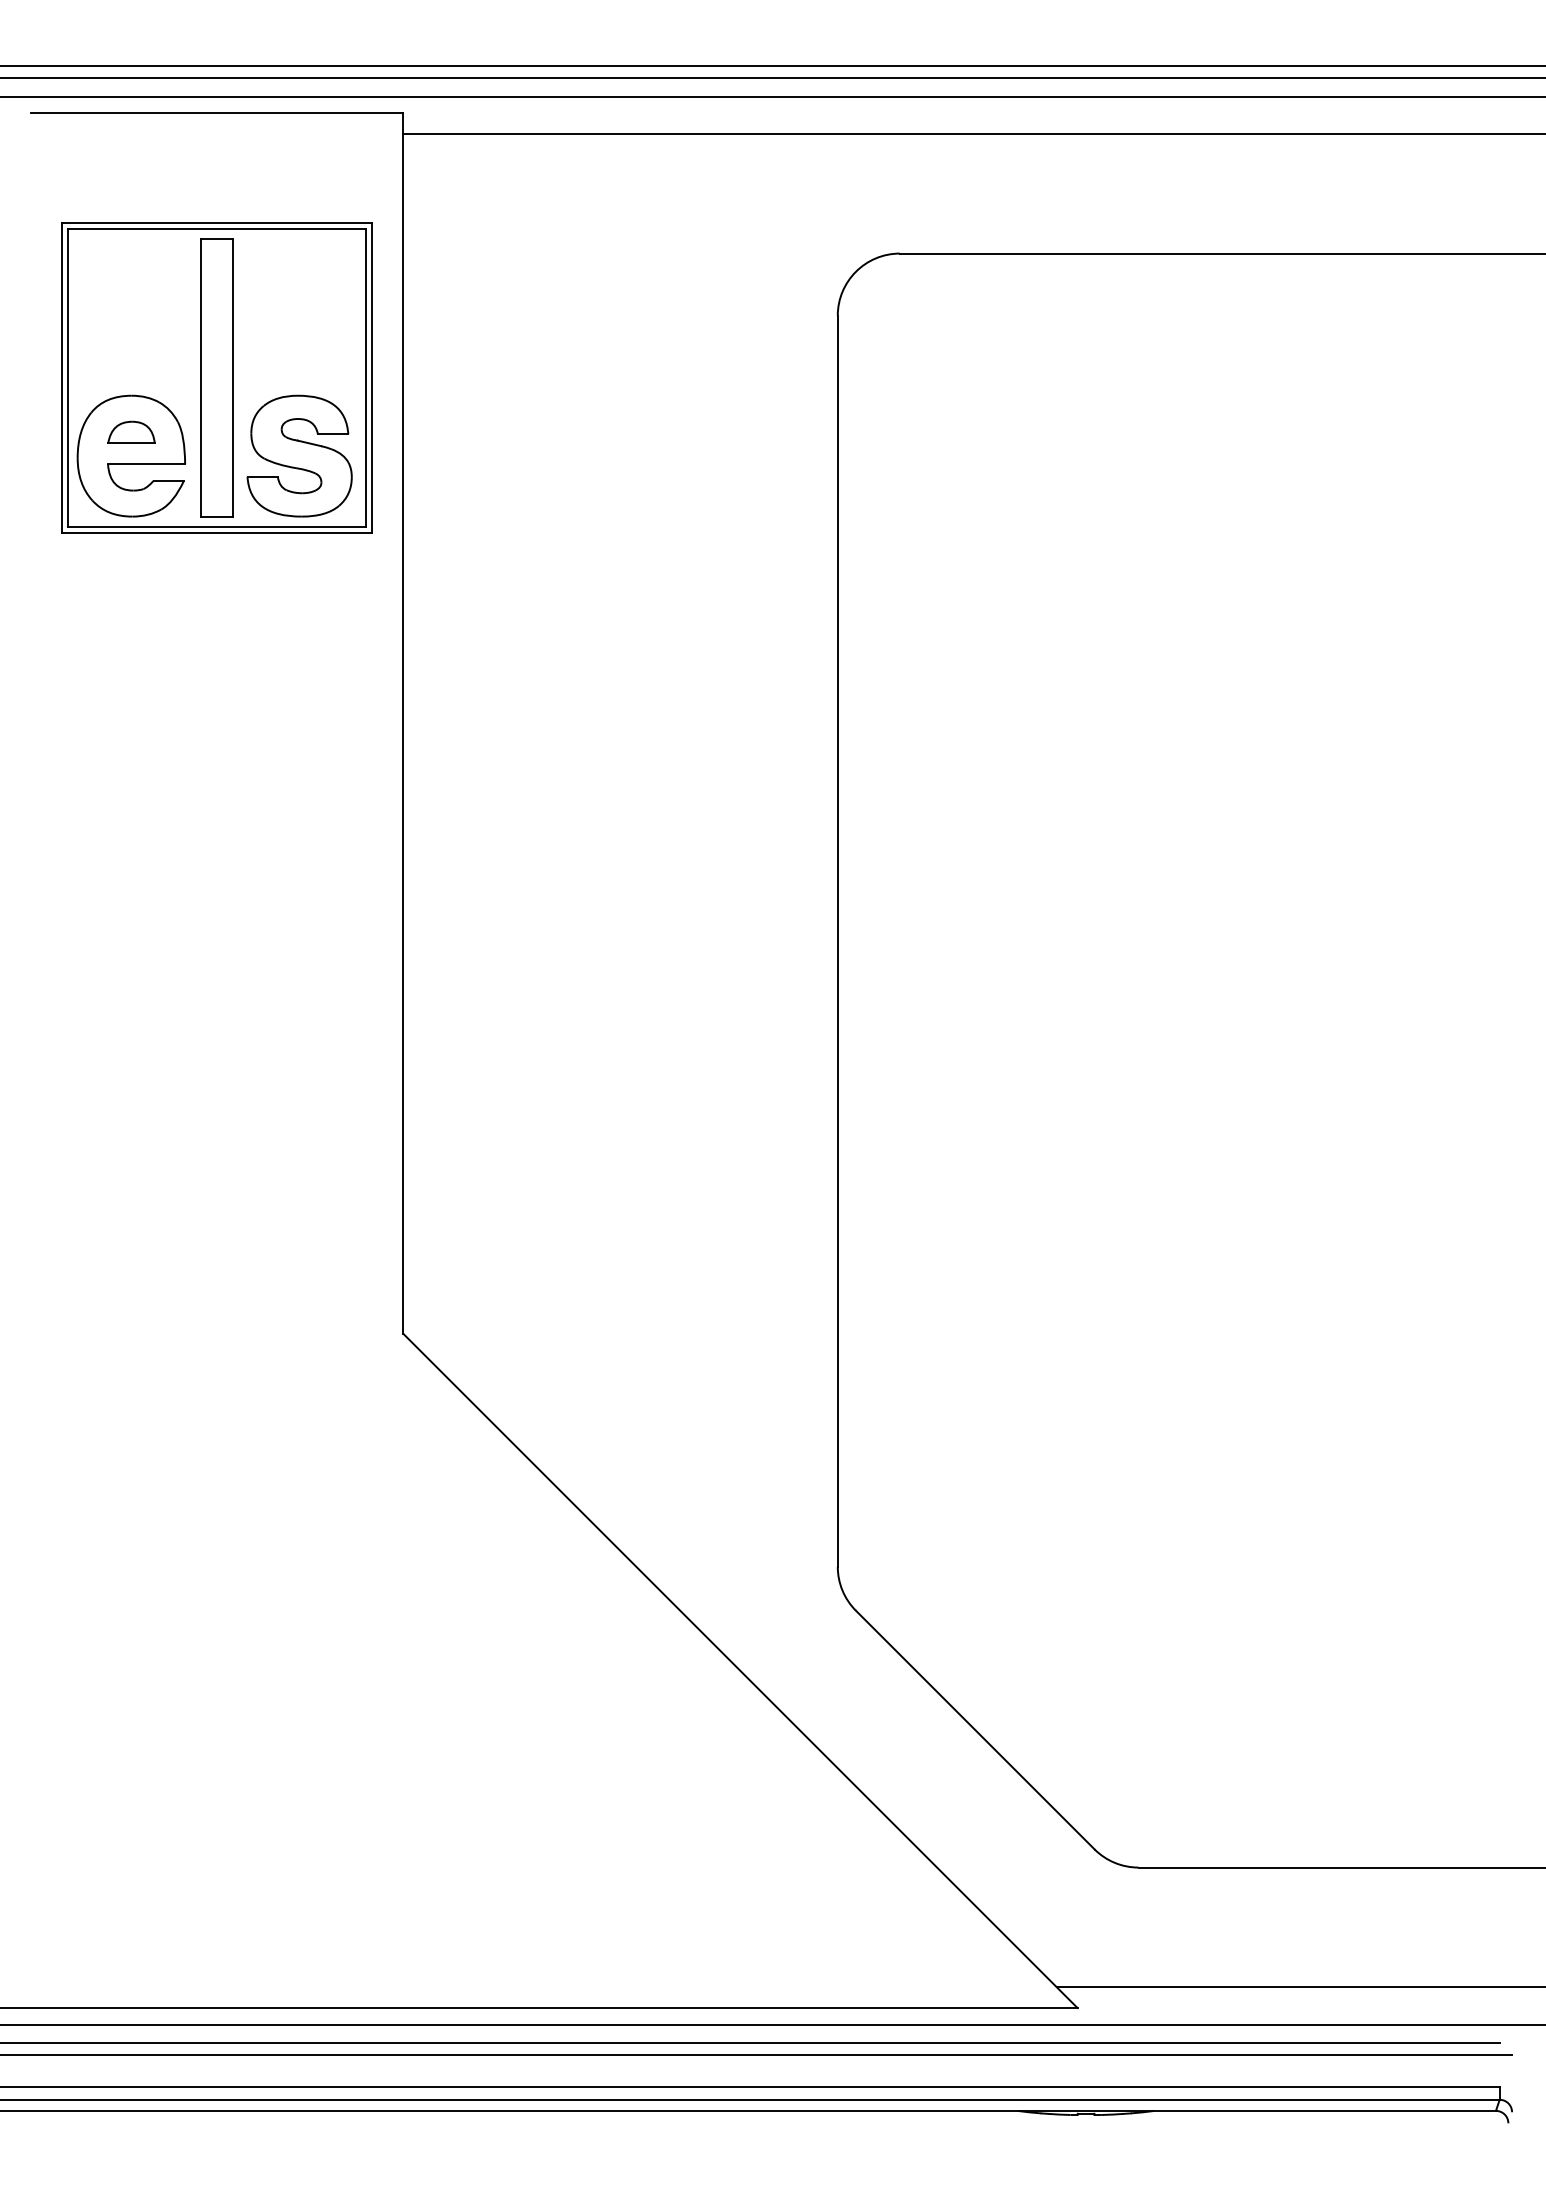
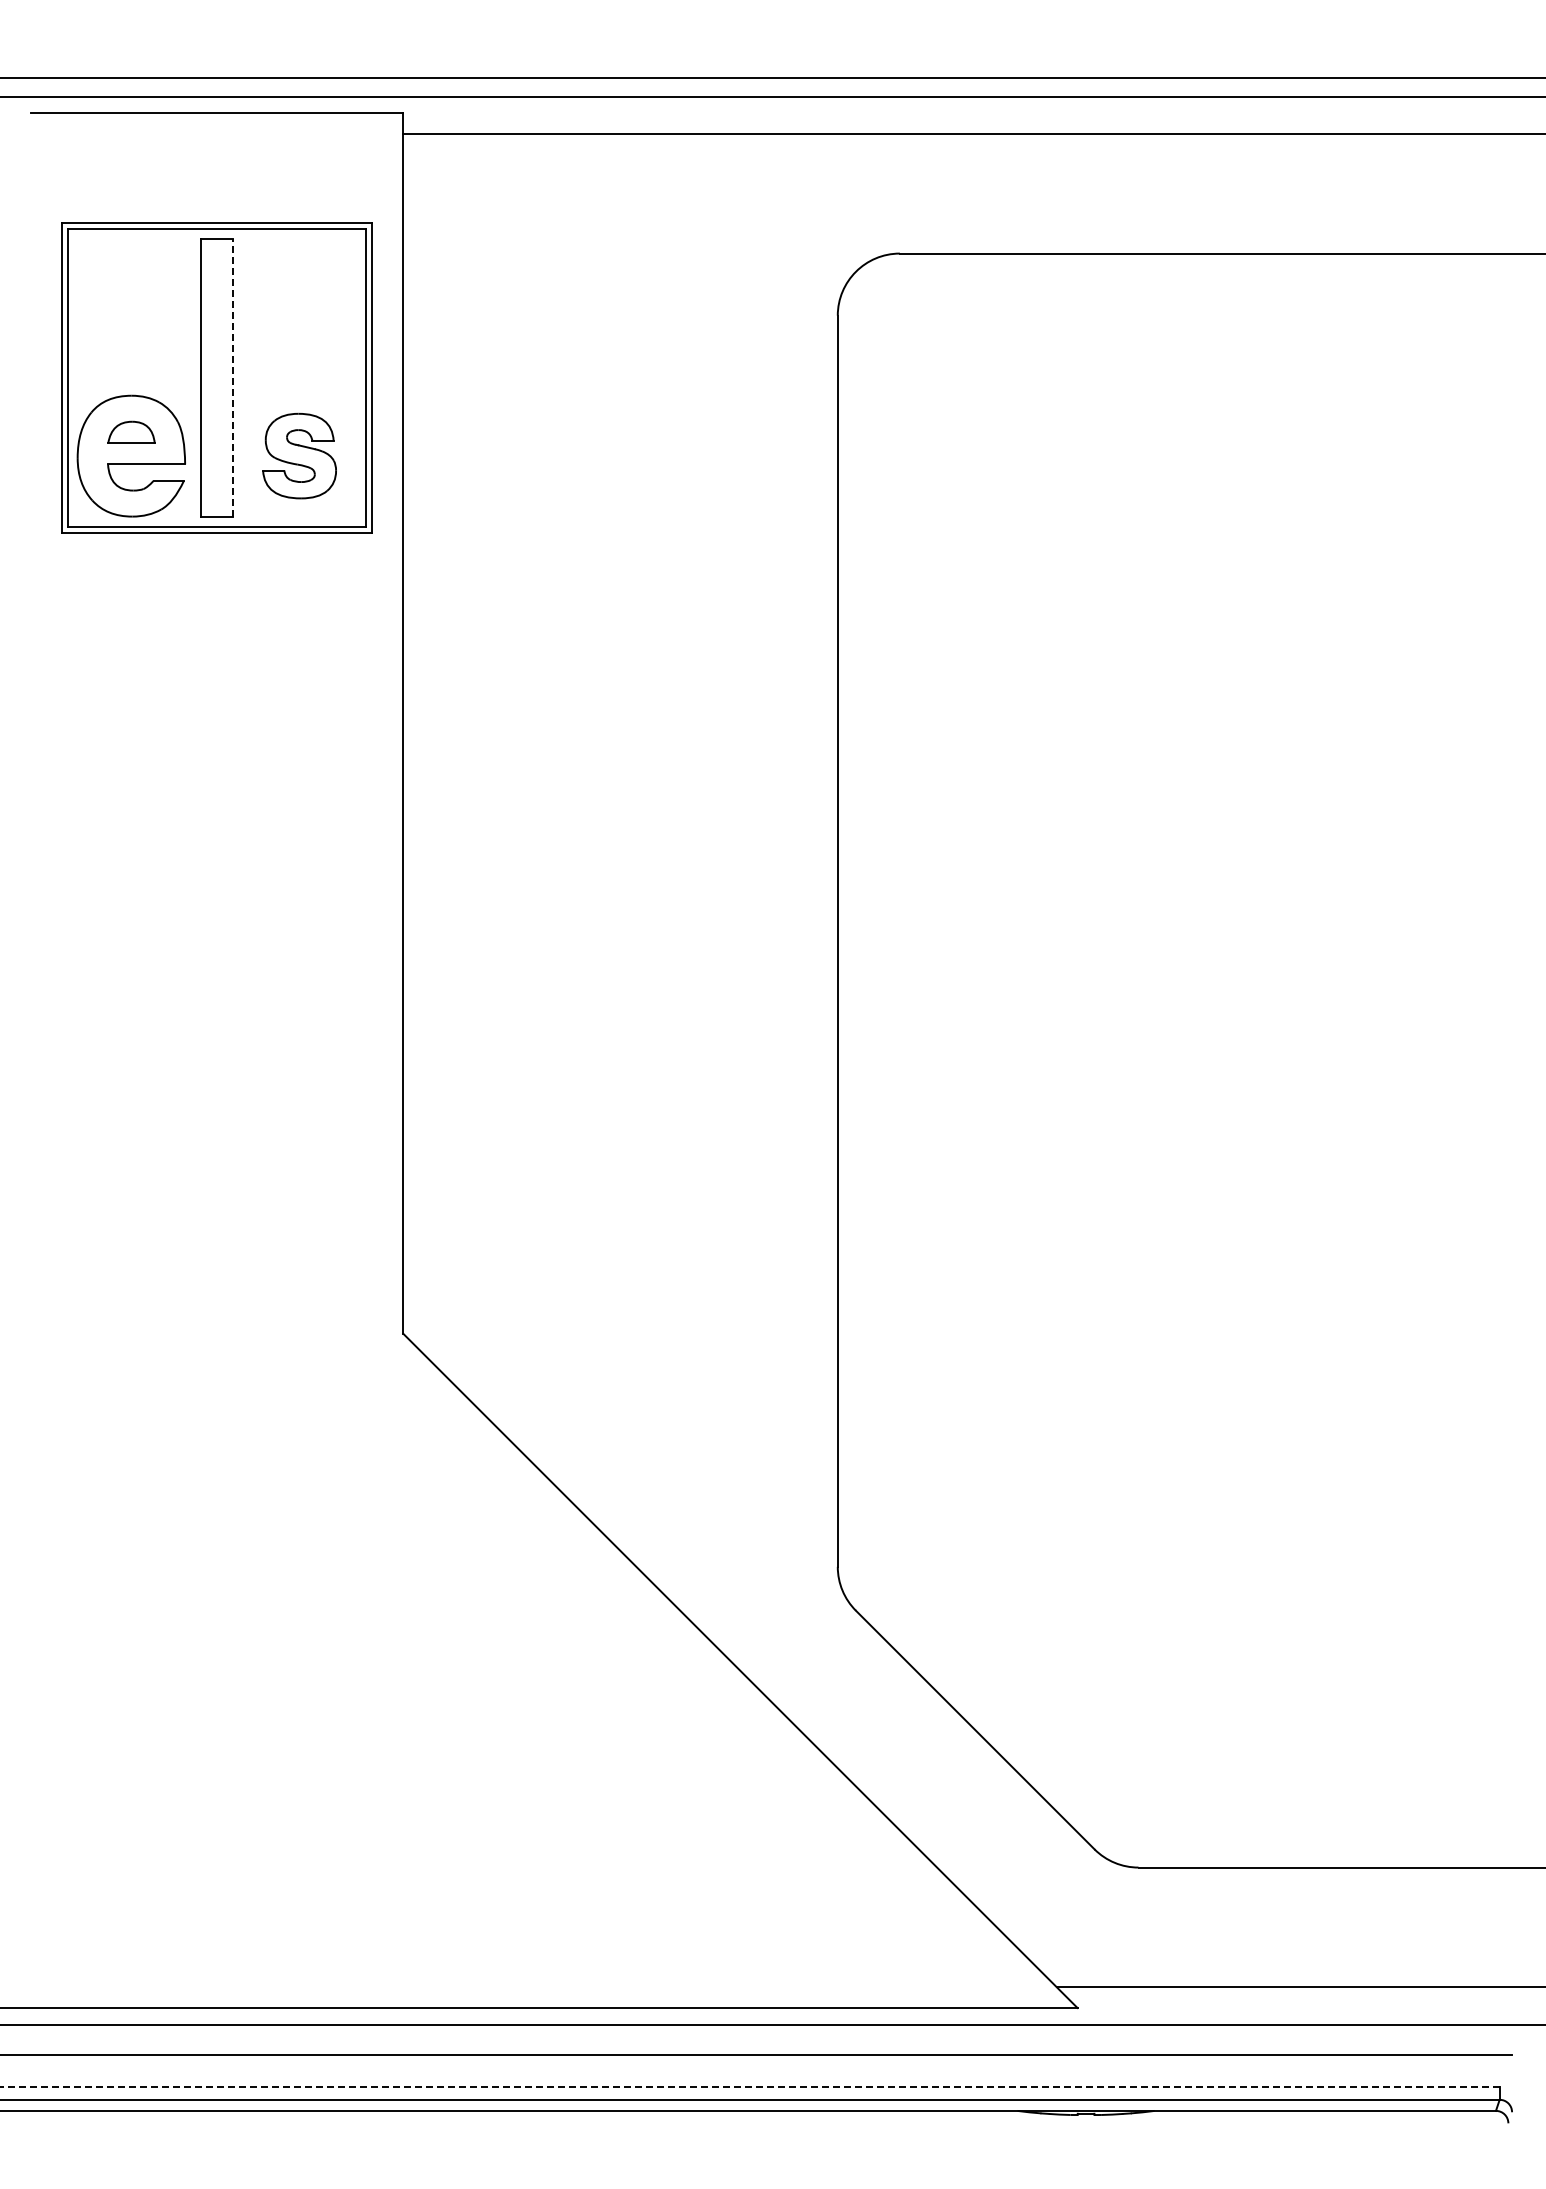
line at (772, 65): present -> none
line at (232, 377): solid -> dashed
part at (299, 455) size: 107x124 px -> 75x88 px
line at (751, 2043): present -> none
line at (749, 2087): solid -> dashed
